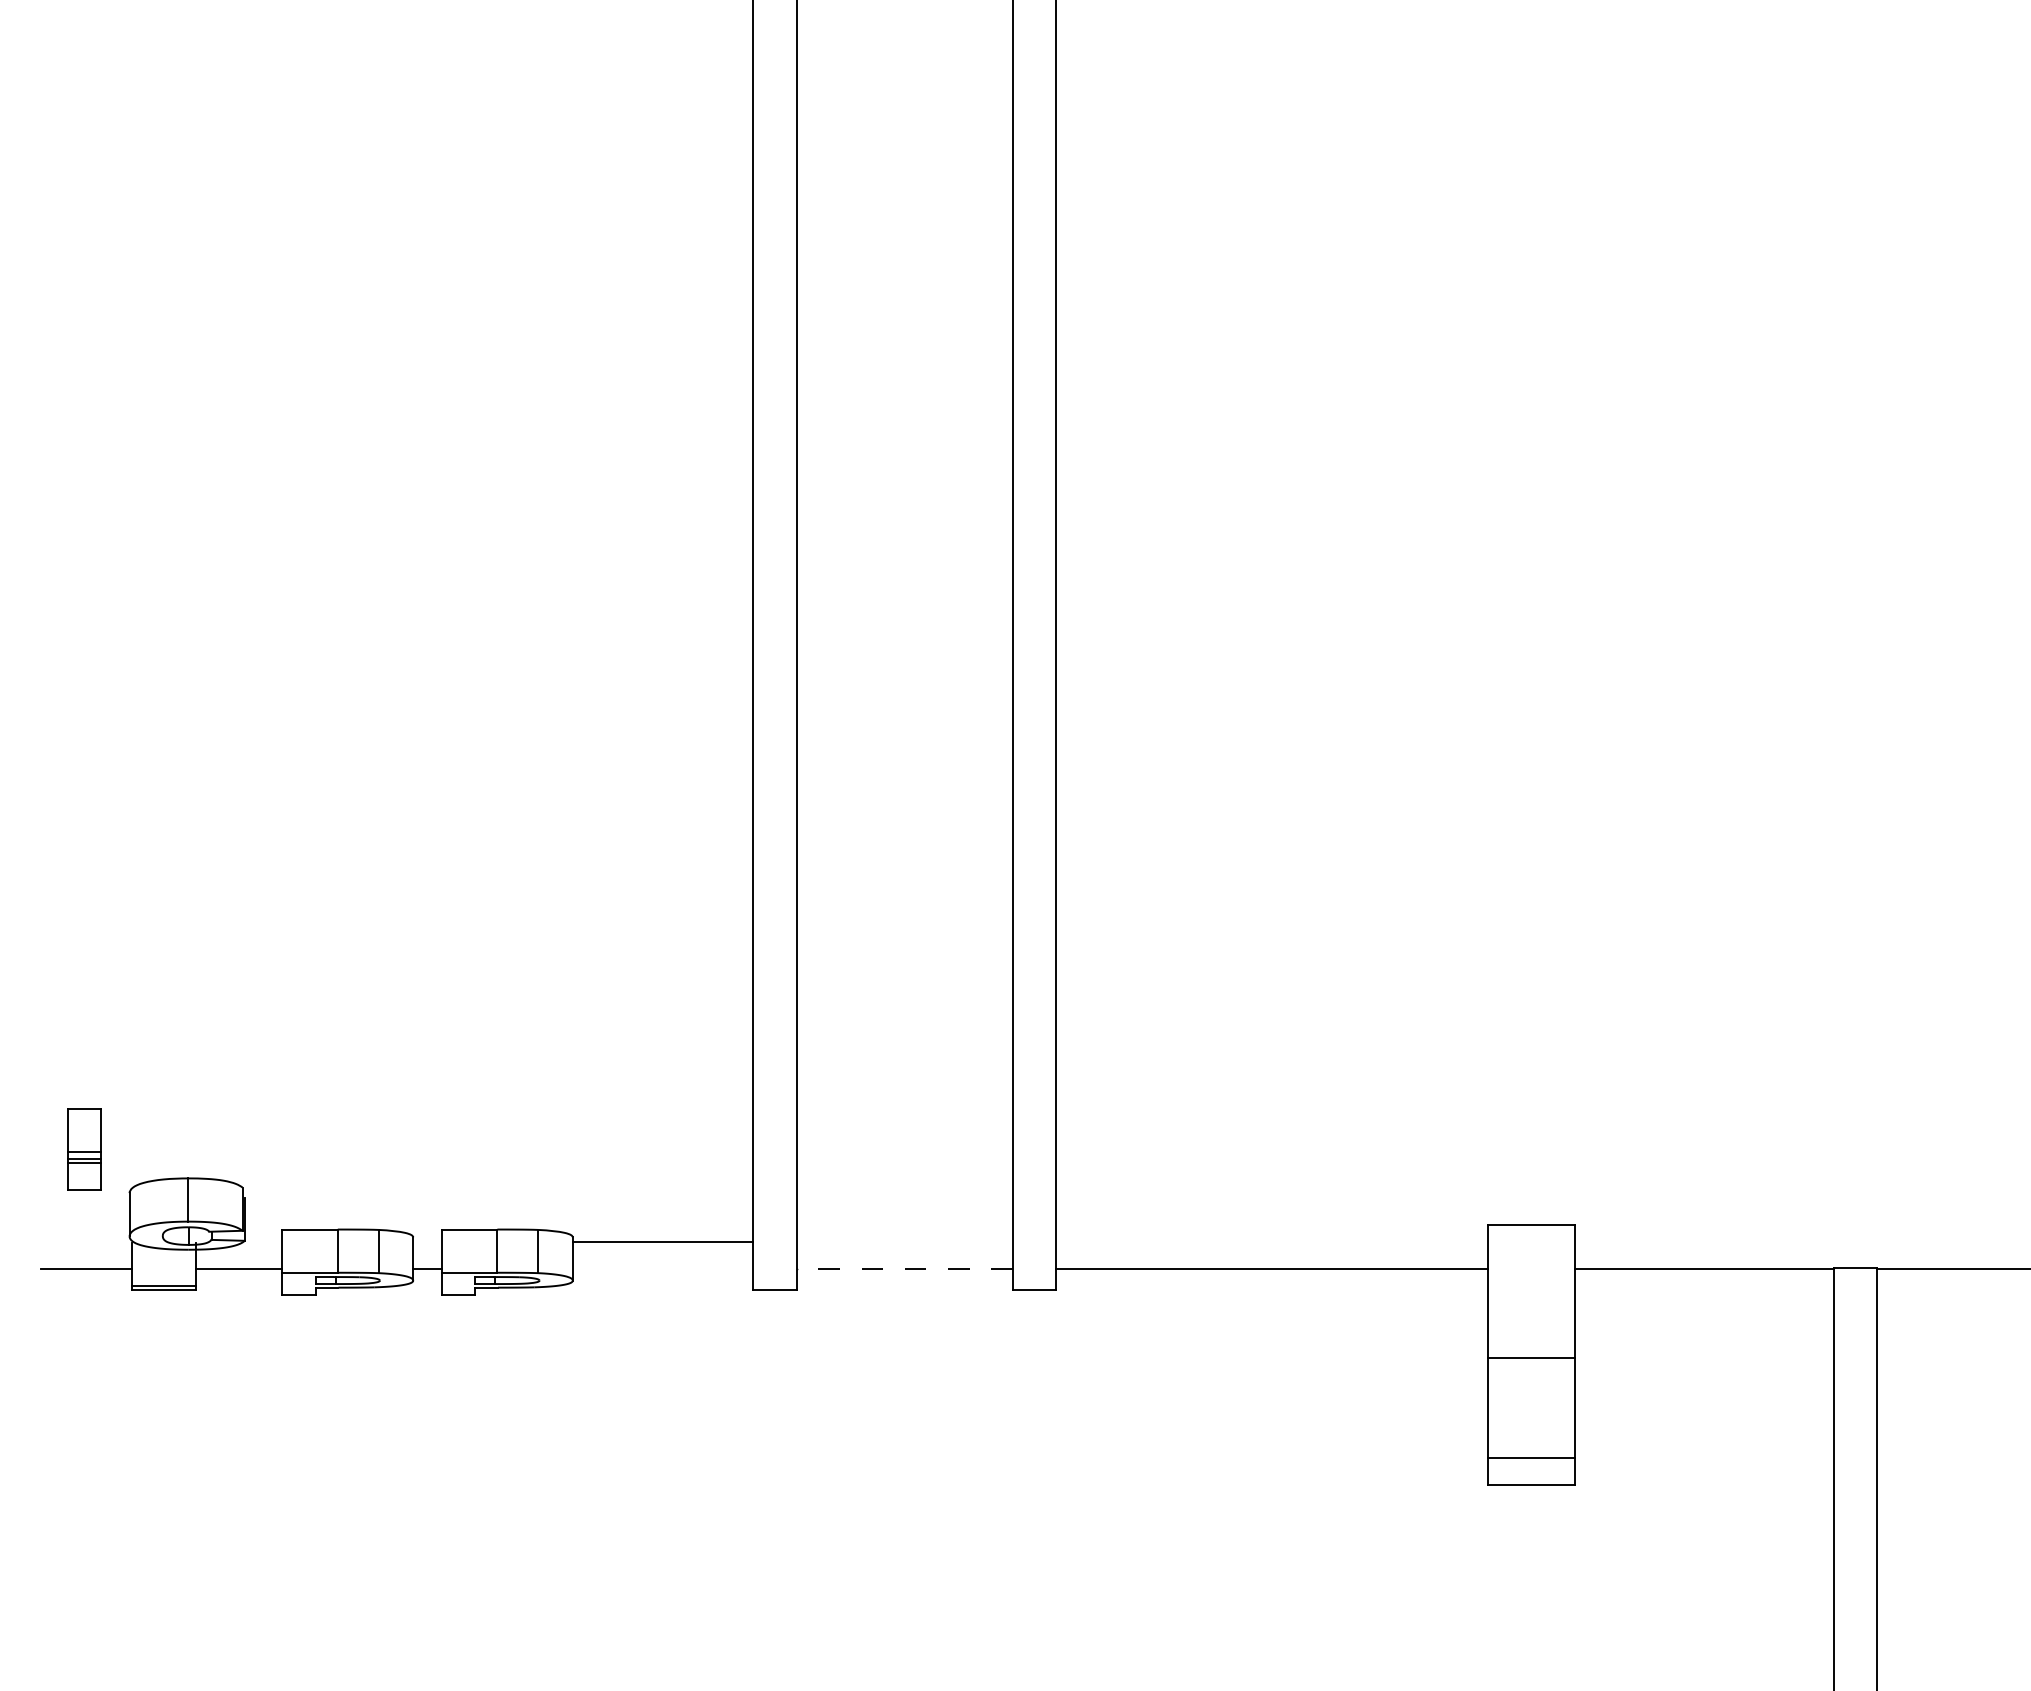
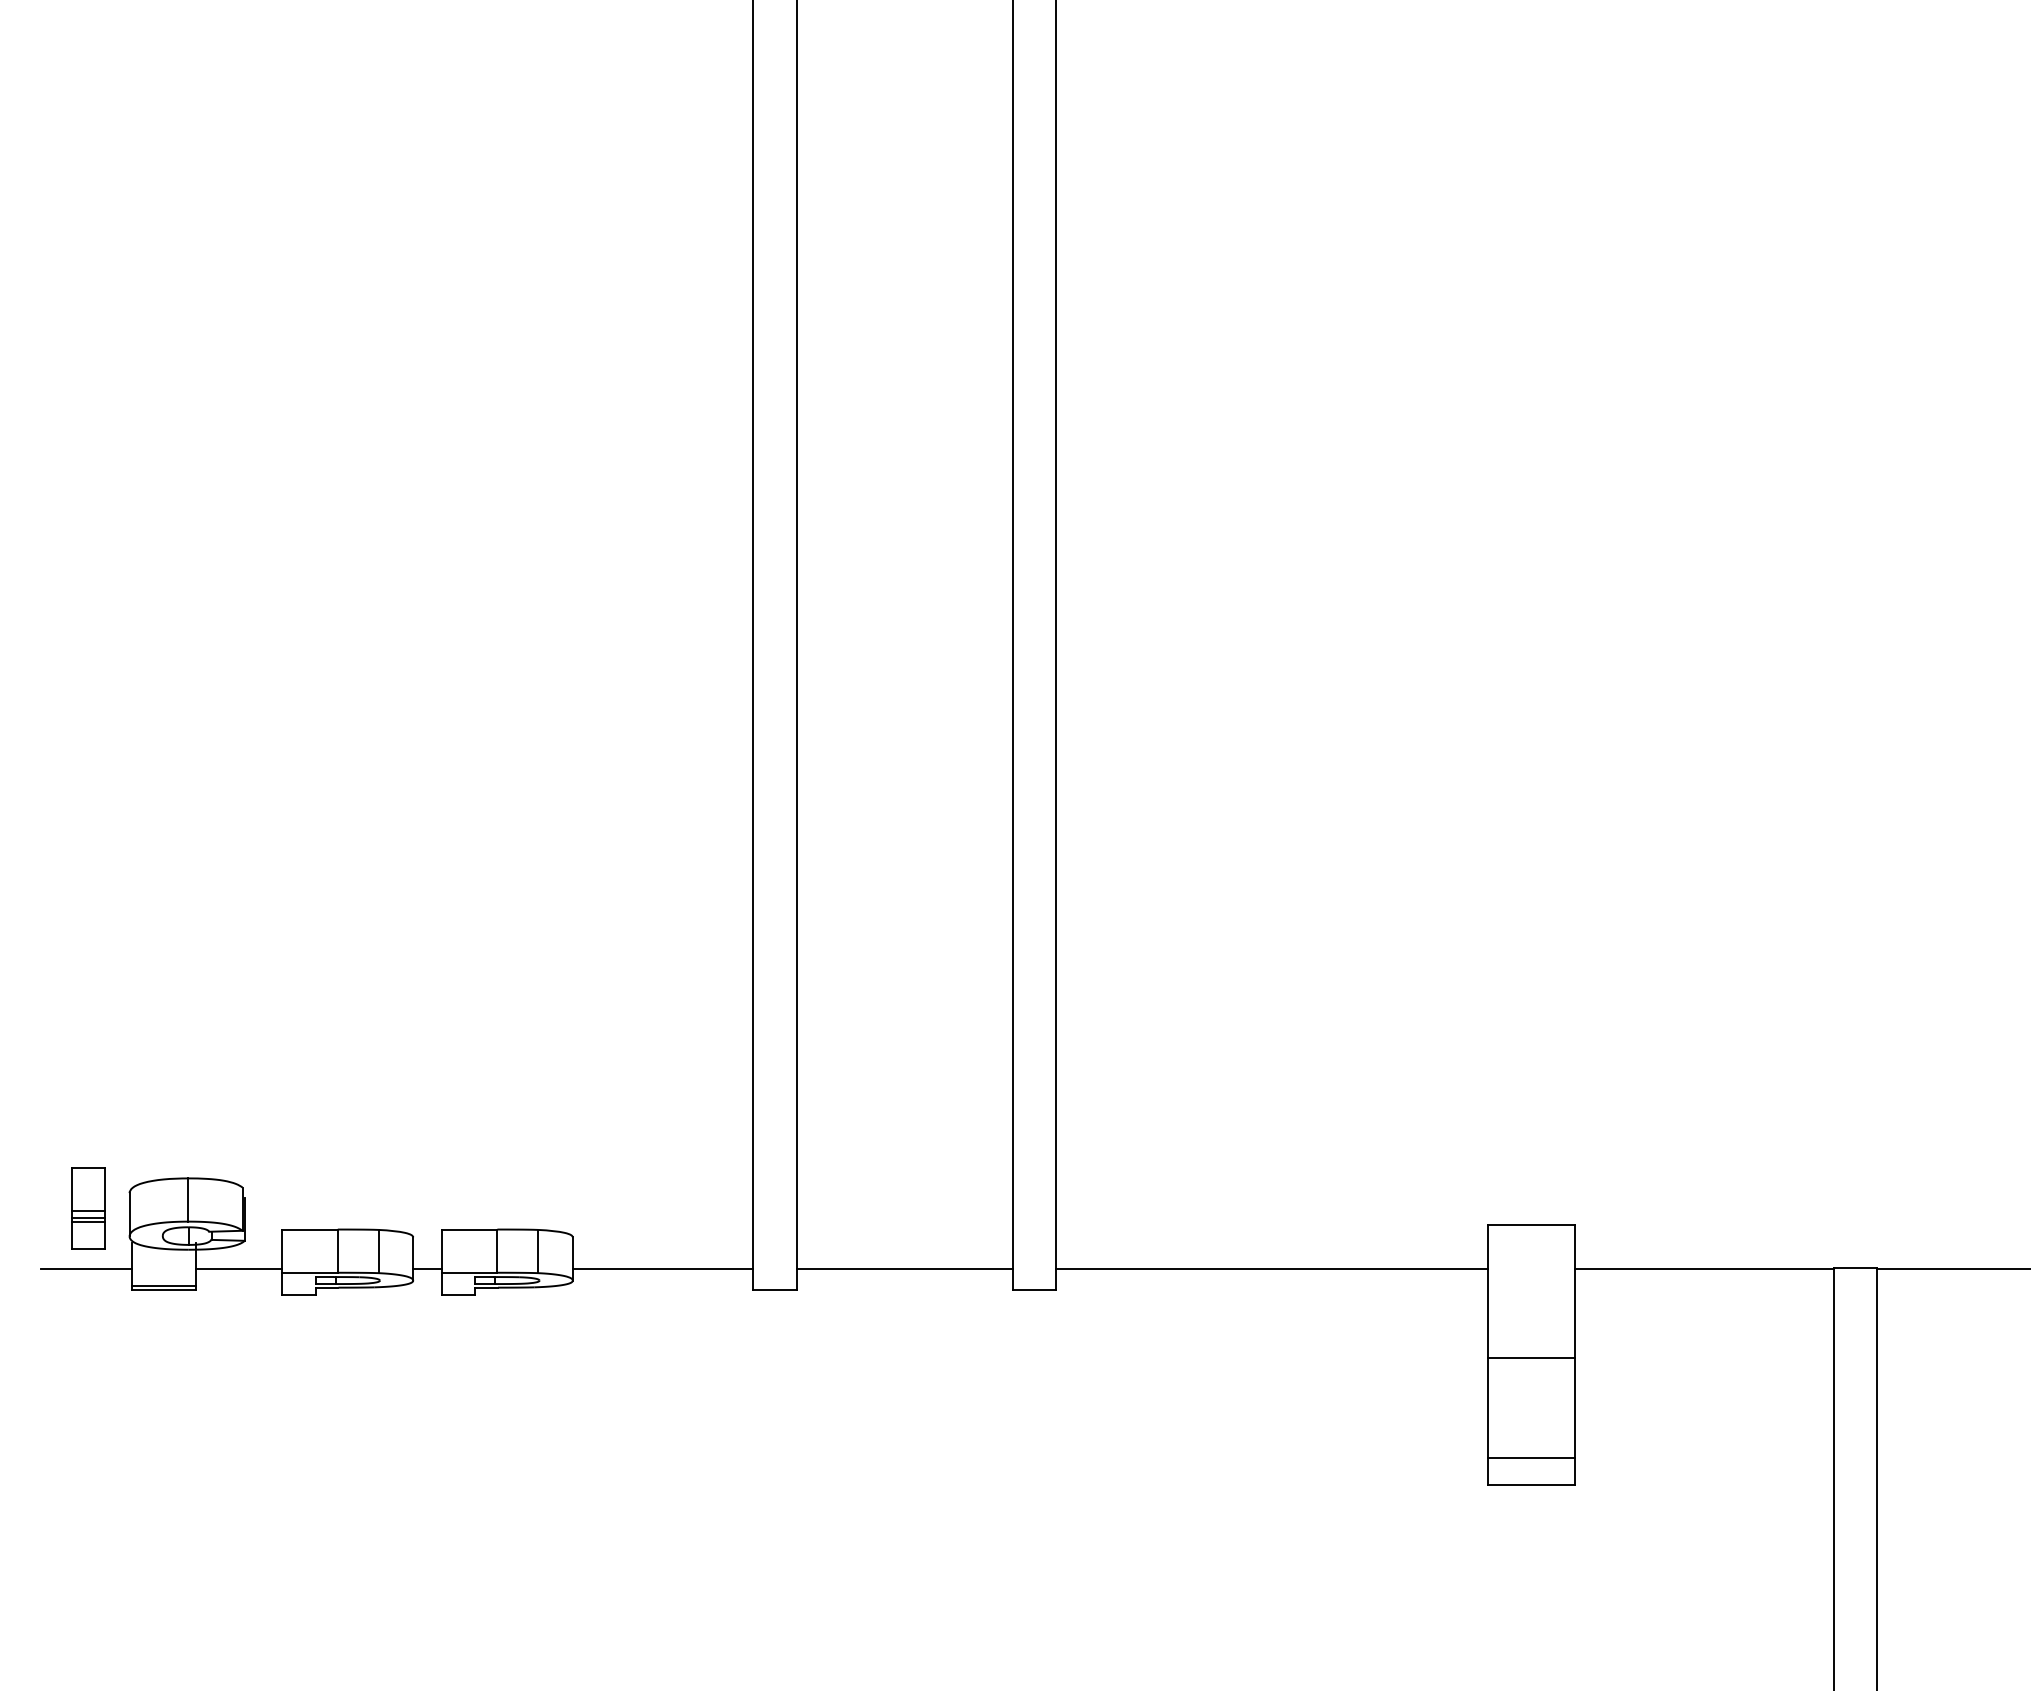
part at (84, 1149) position: (84, 1149) -> (88, 1208)
line at (662, 1241) position: (662, 1241) -> (662, 1268)
line at (904, 1268): dashed -> solid
